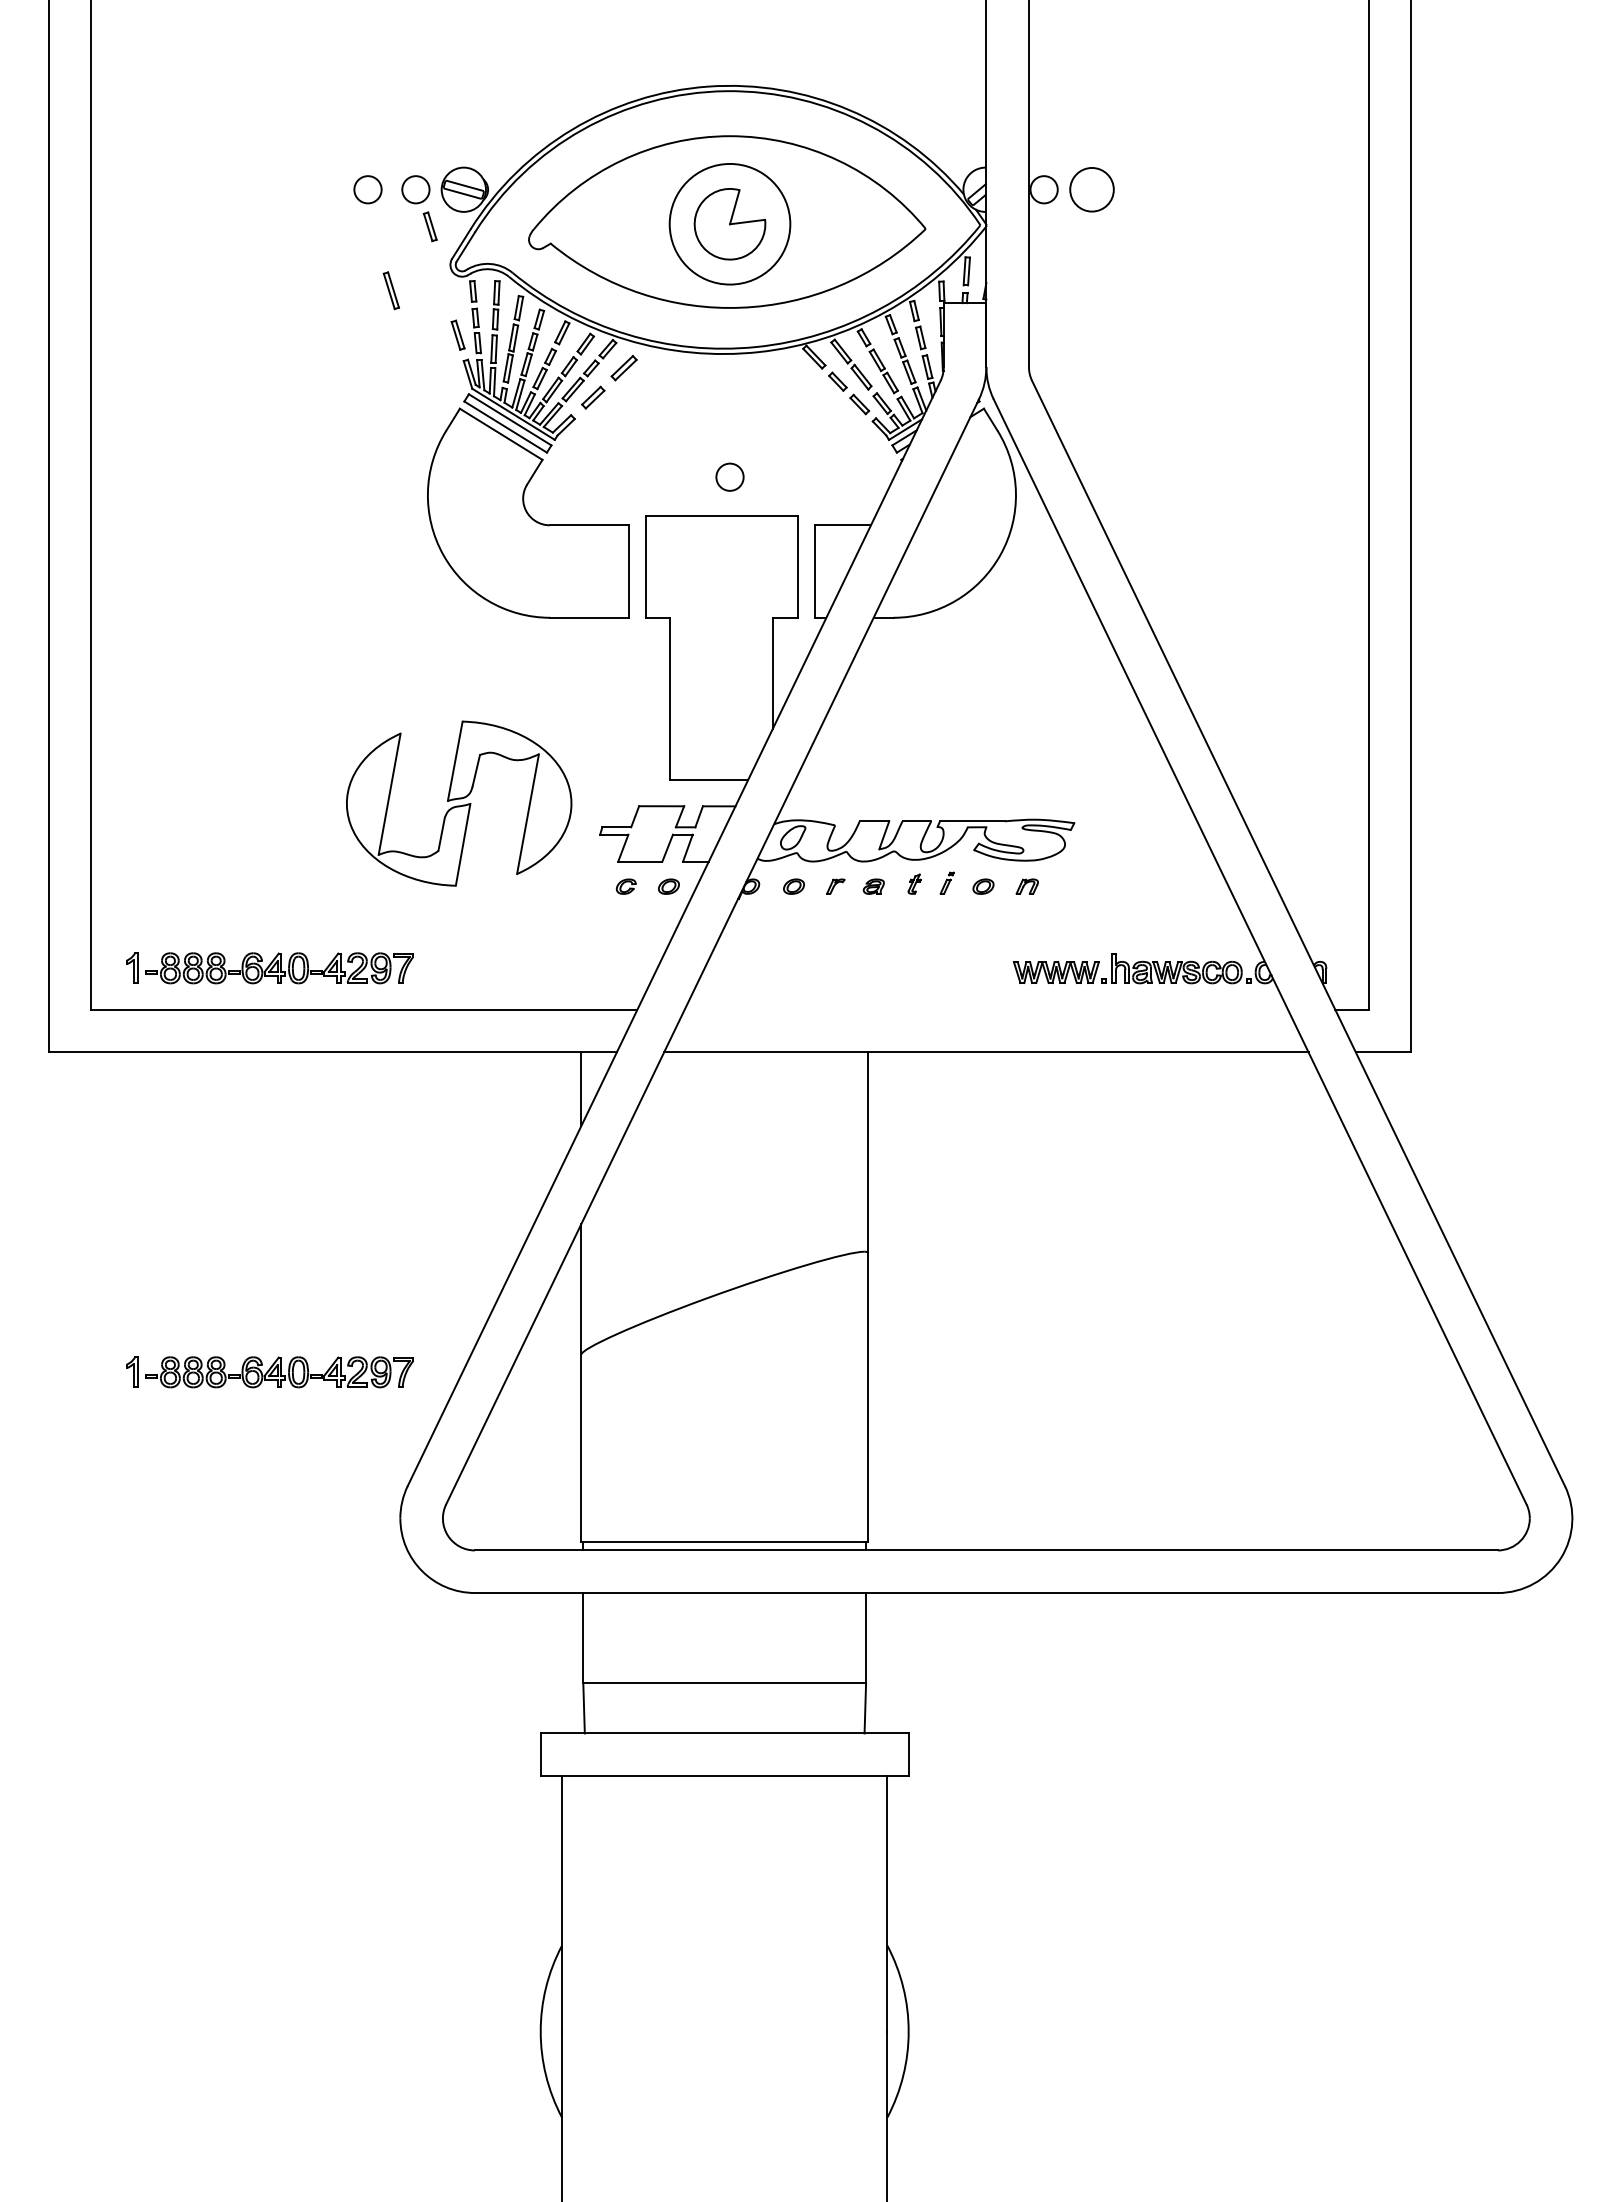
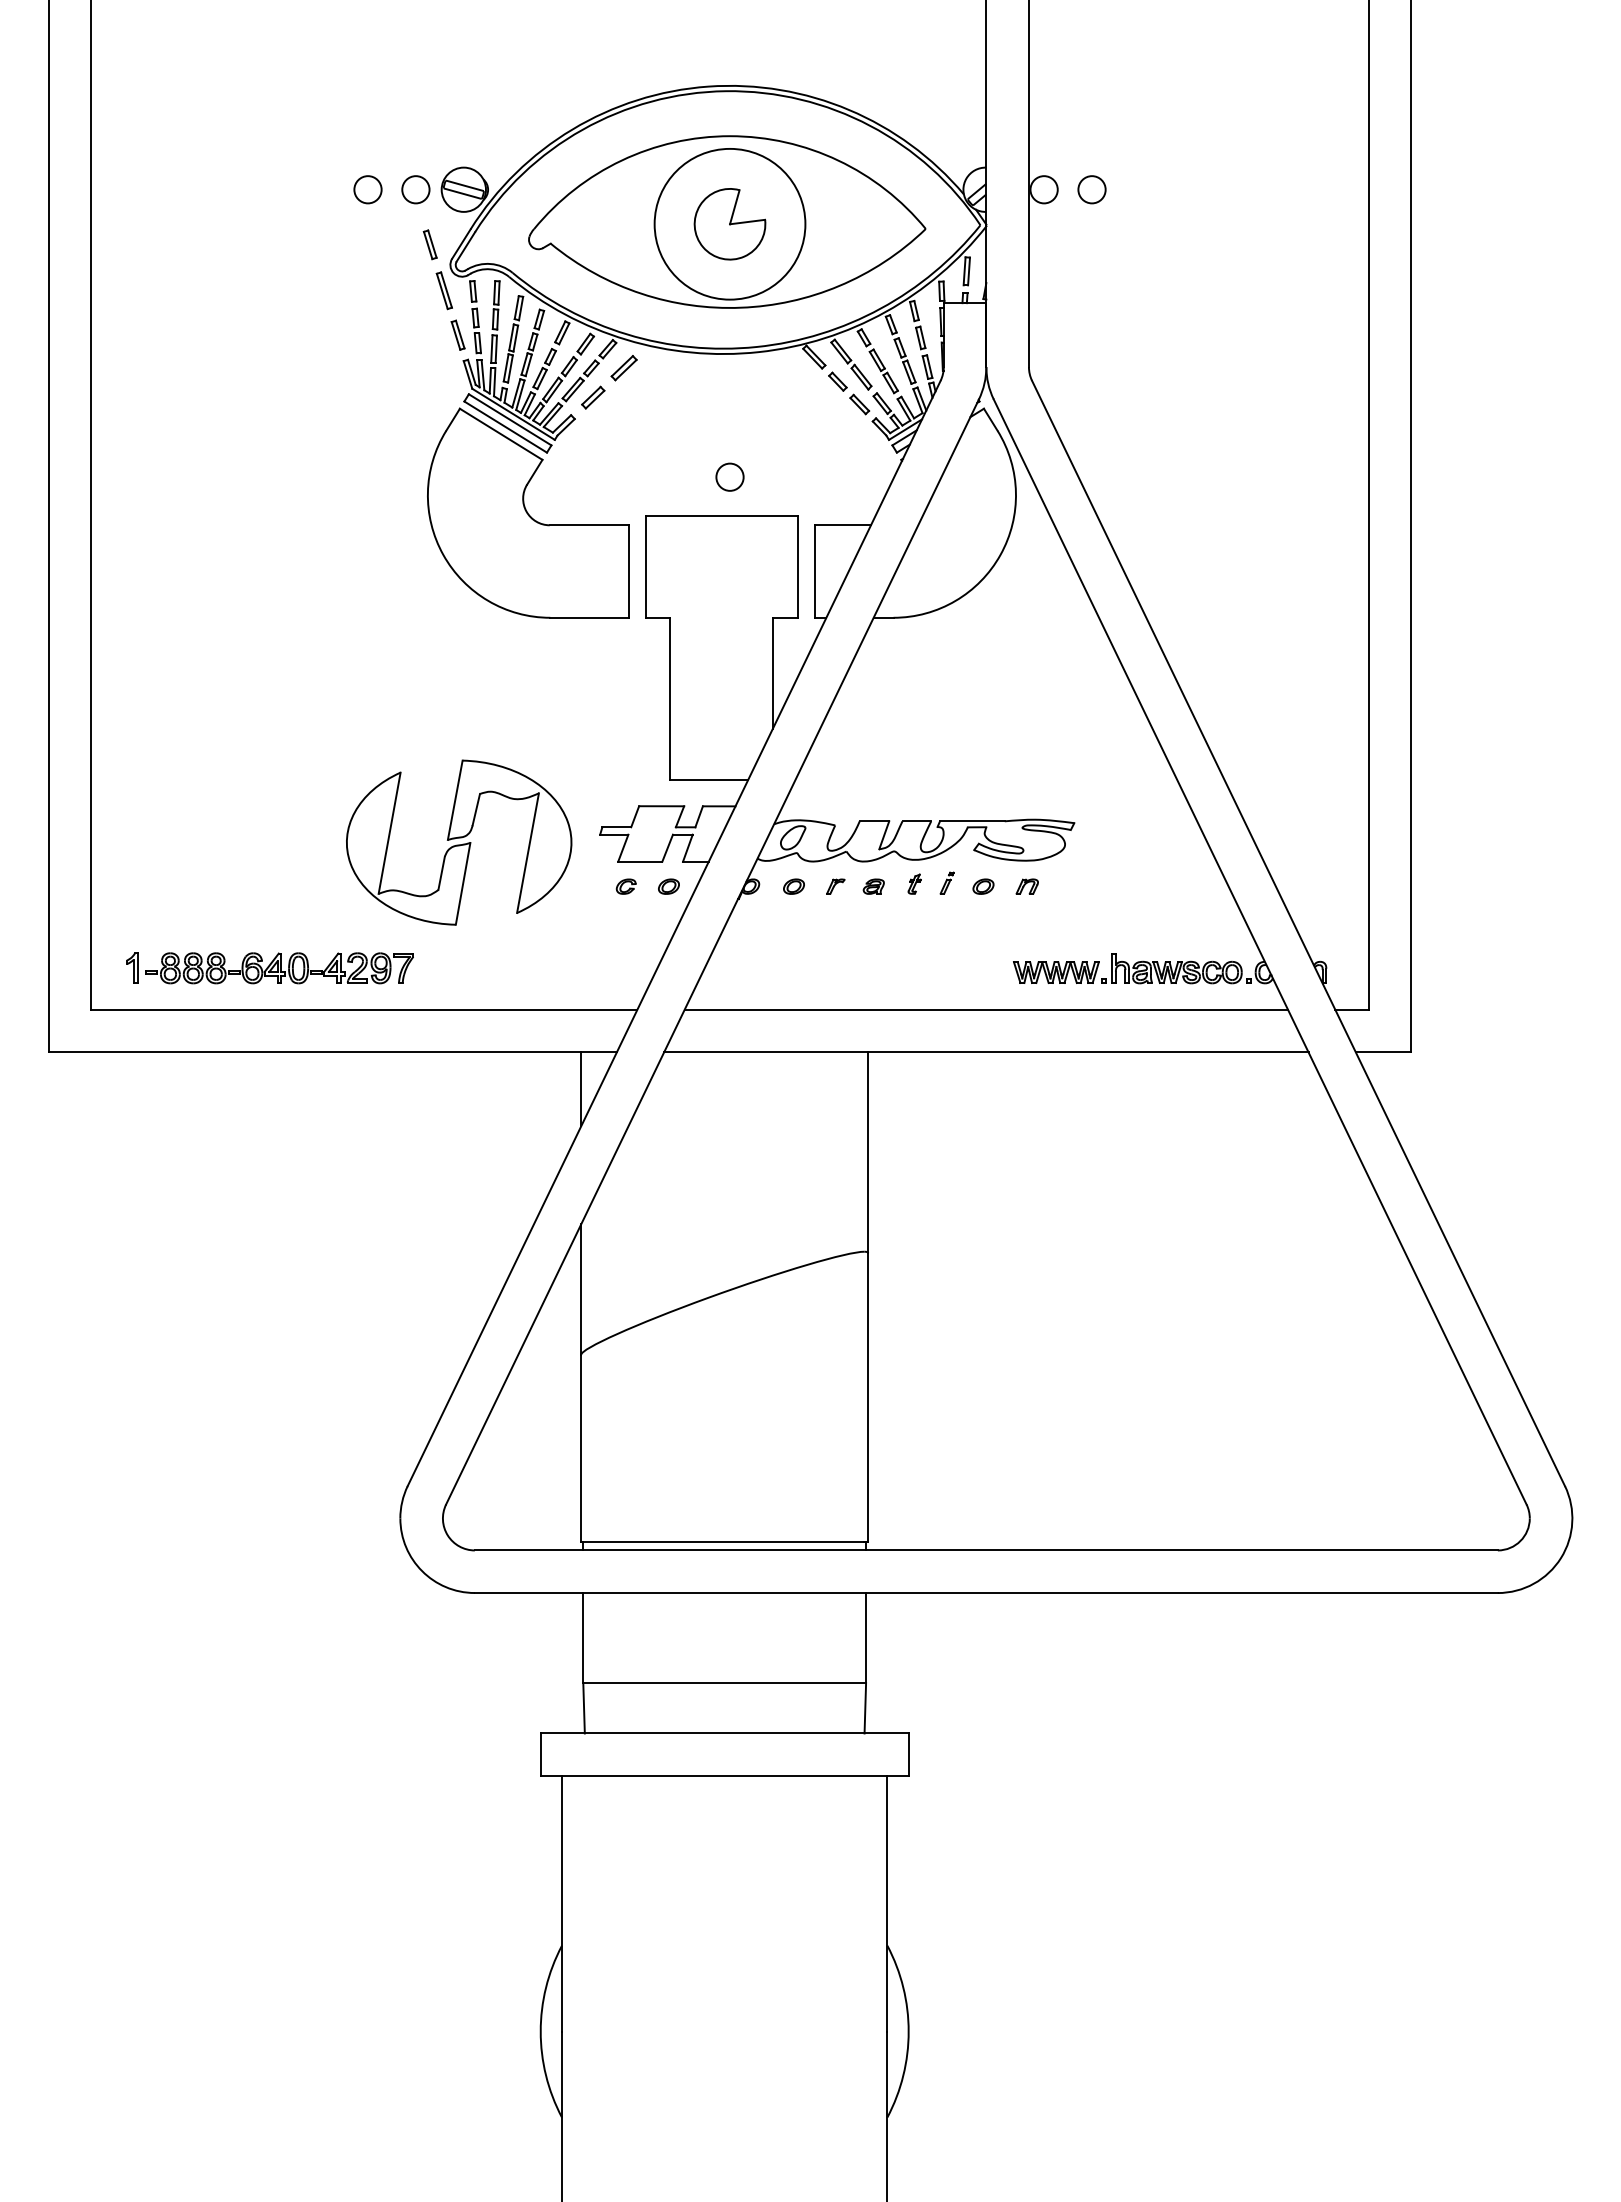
circle at (1091, 189) diameter: 44 px -> 27 px
circle at (729, 223) diameter: 121 px -> 151 px
part at (429, 226) position: (429, 226) -> (429, 244)
part at (390, 290) position: (390, 290) -> (443, 290)
part at (459, 803) position: (459, 803) -> (459, 842)
line at (985, 1009): none -> present
part at (269, 1372): present -> none
